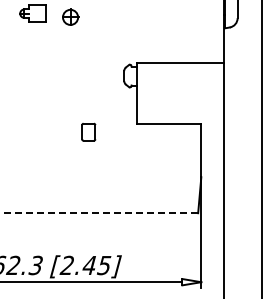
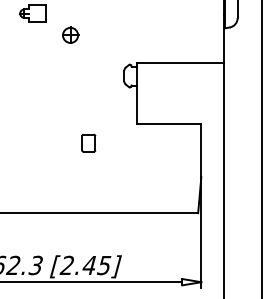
part at (70, 16) position: (70, 16) -> (70, 34)
part at (88, 131) position: (88, 131) -> (88, 142)
line at (99, 213): dashed -> solid
